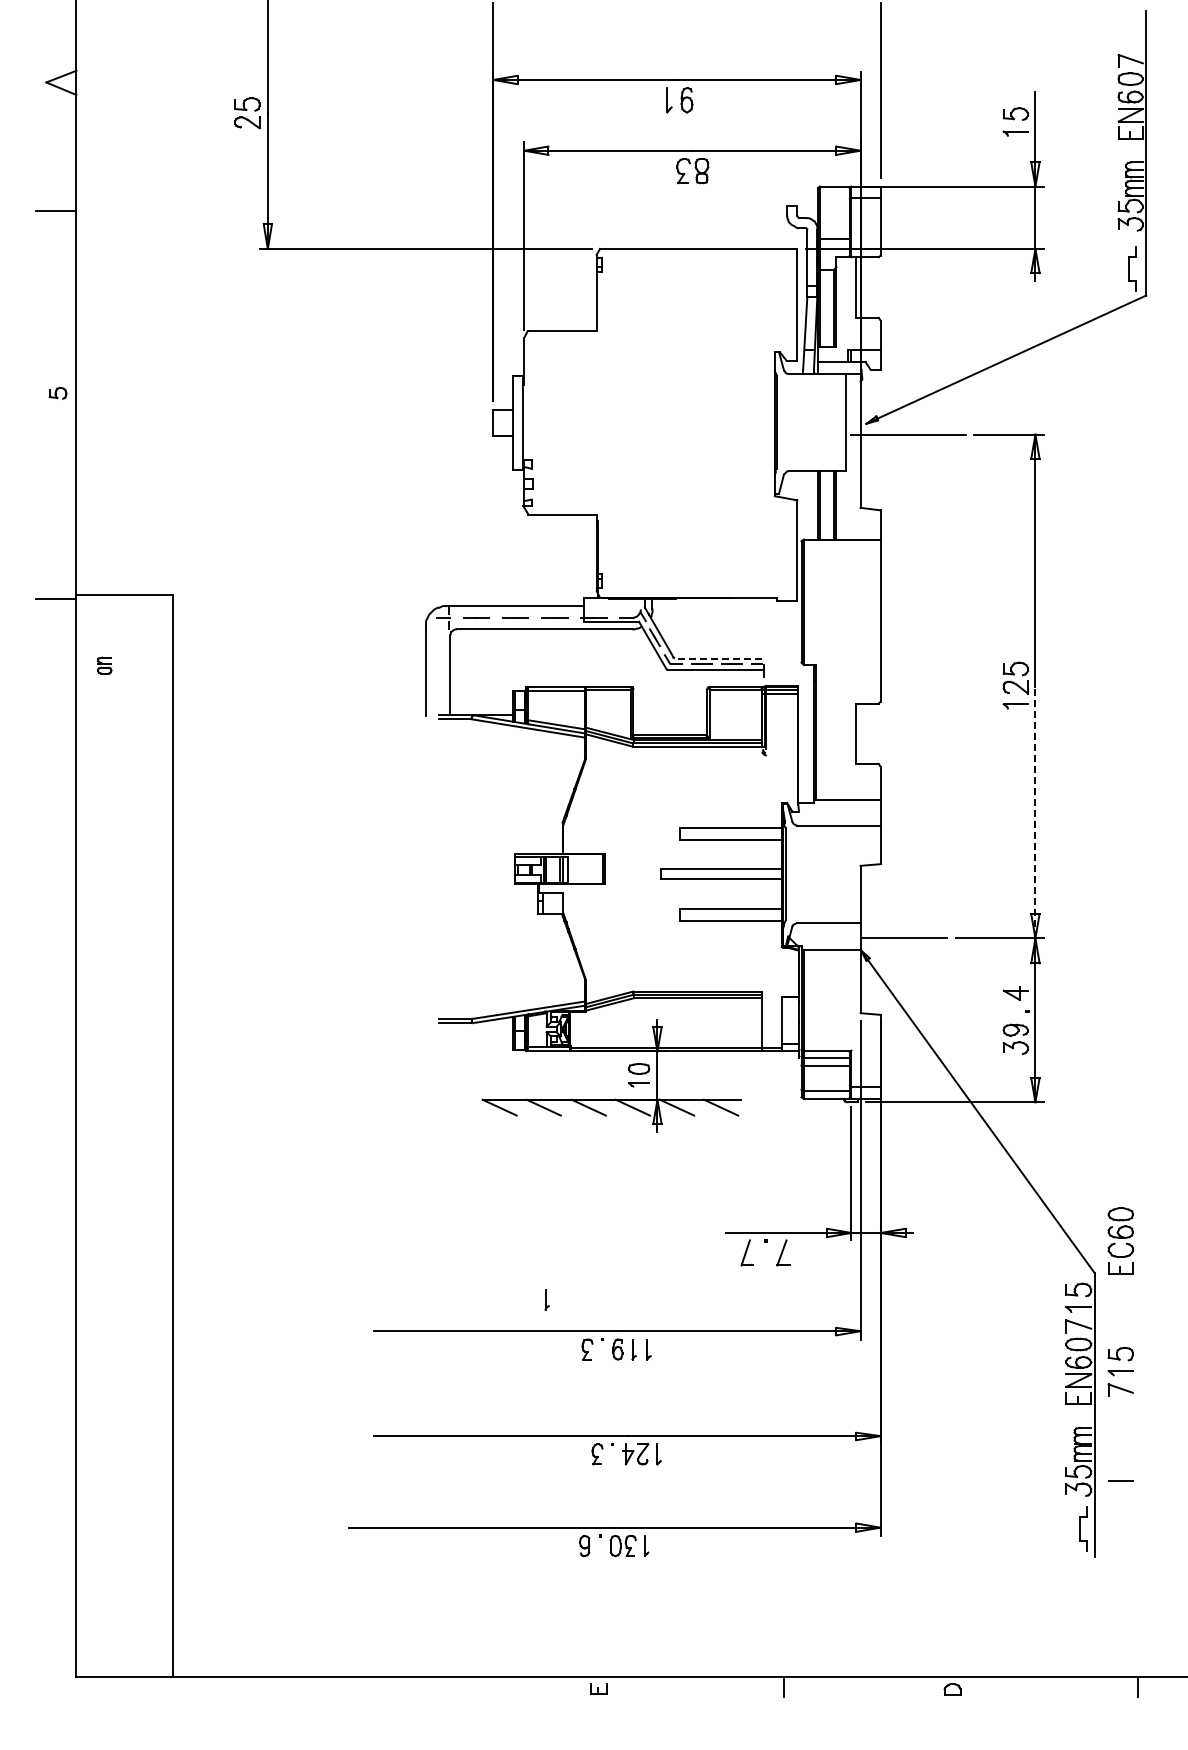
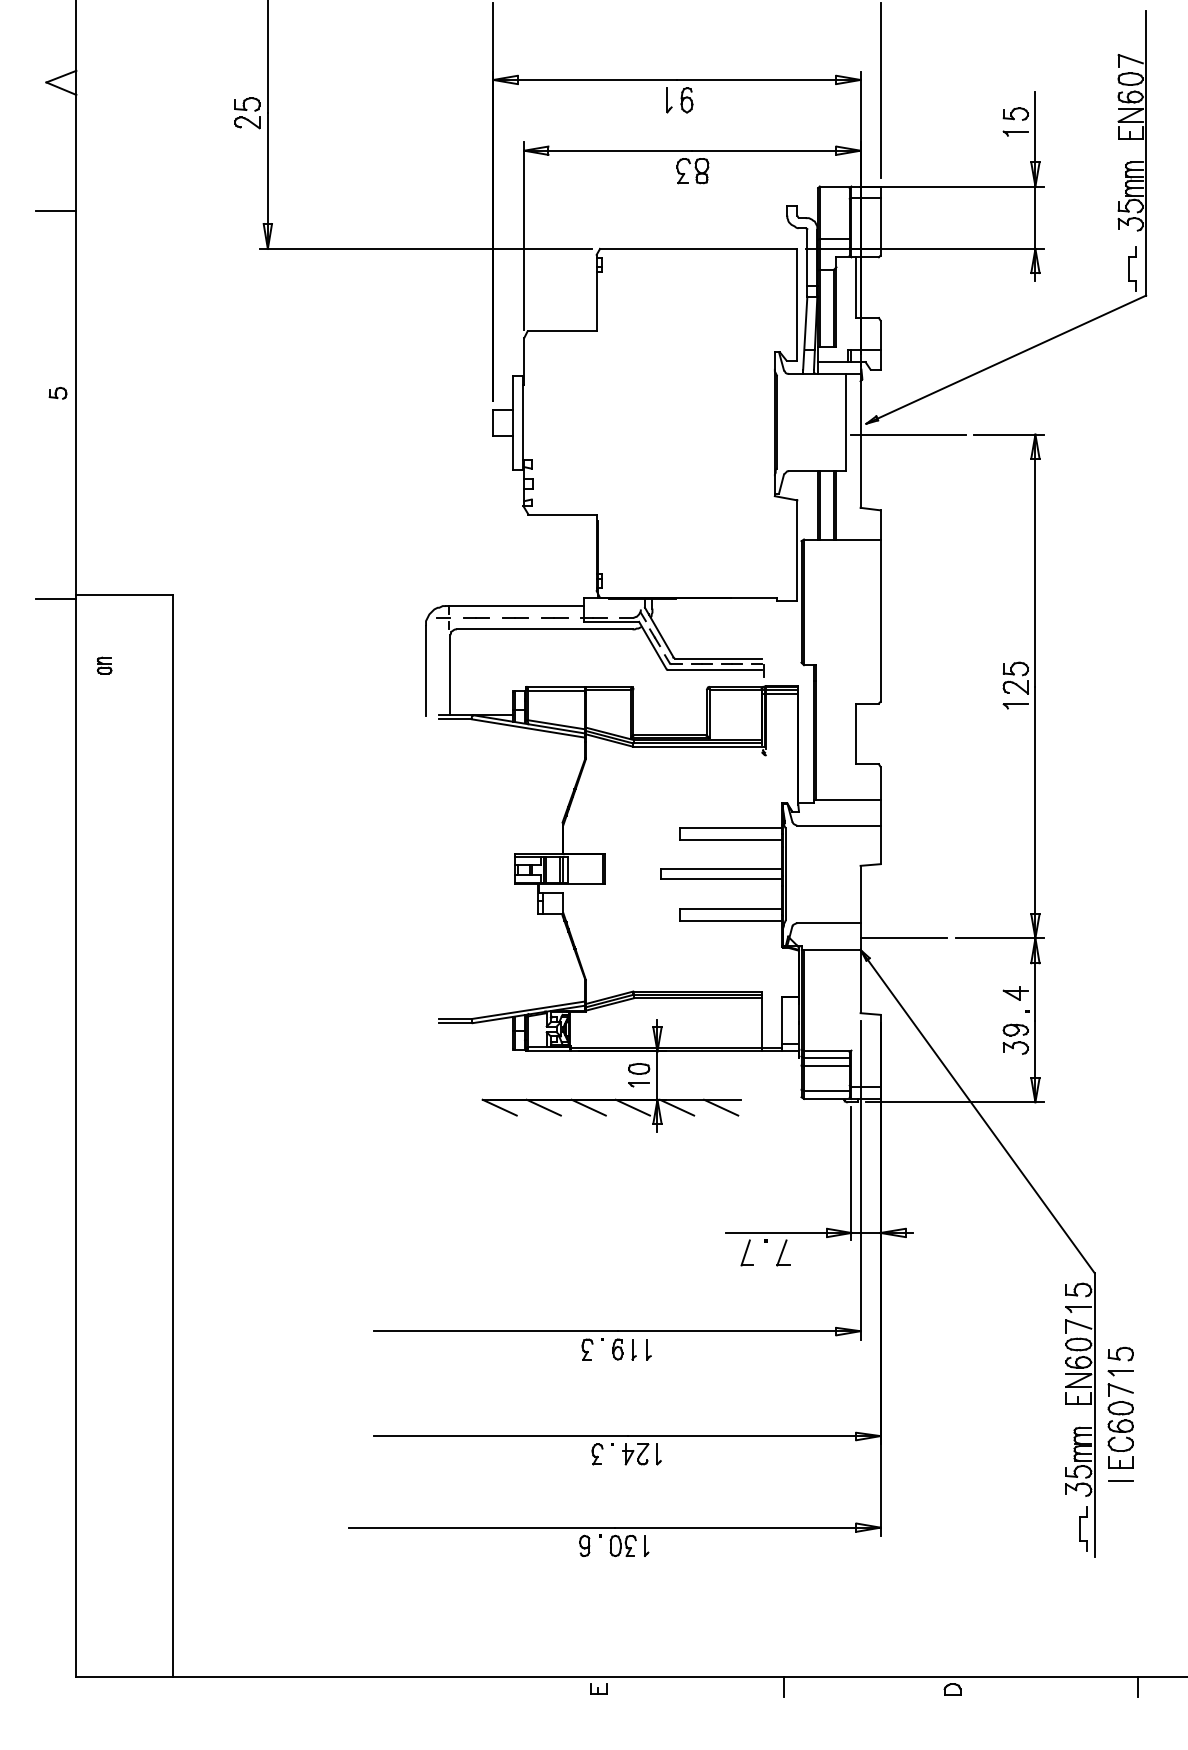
line at (718, 658): dashed -> solid
line at (1035, 812): dashed -> solid
part at (1120, 1240) position: (1120, 1240) -> (1120, 1434)
part at (546, 1299): present -> none
